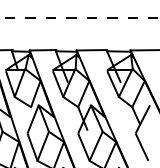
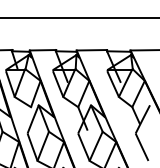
line at (79, 18): dashed -> solid
